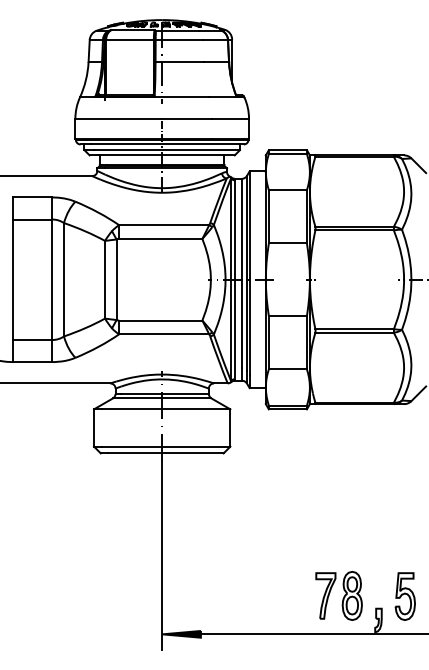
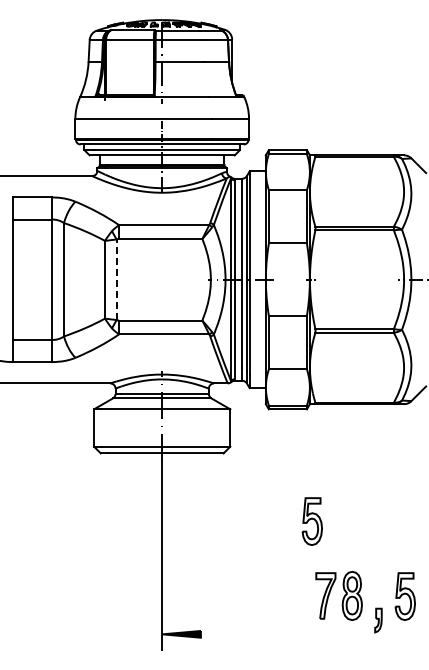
line at (116, 279): solid -> dashed
part at (311, 521): none -> present
line at (312, 634): present -> none
